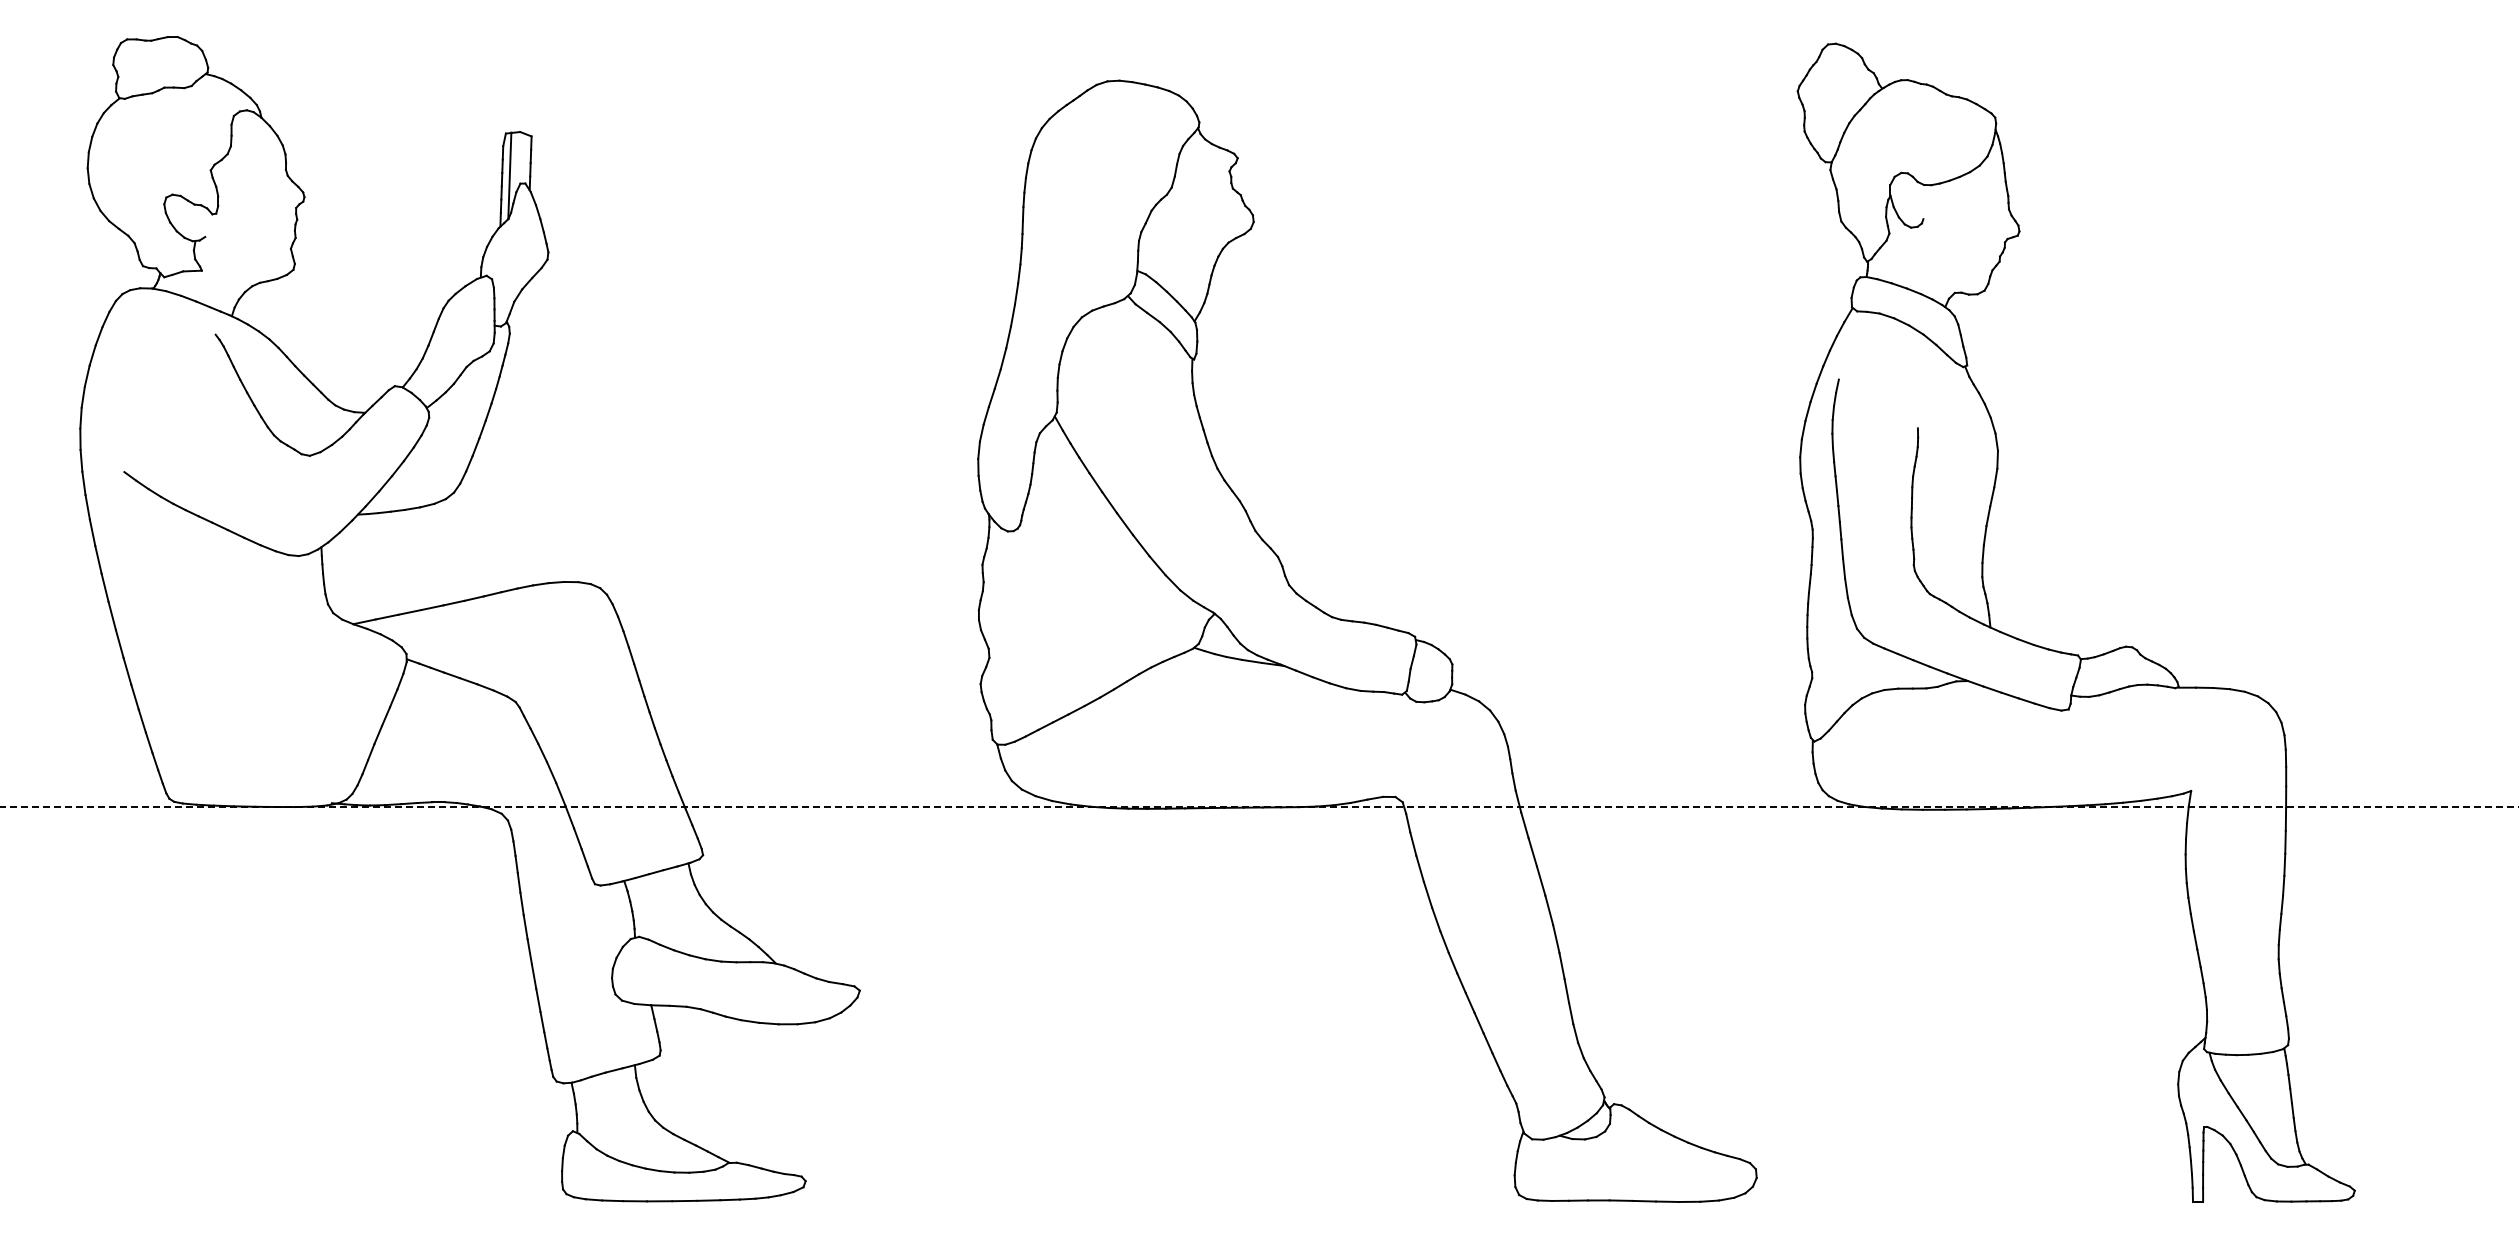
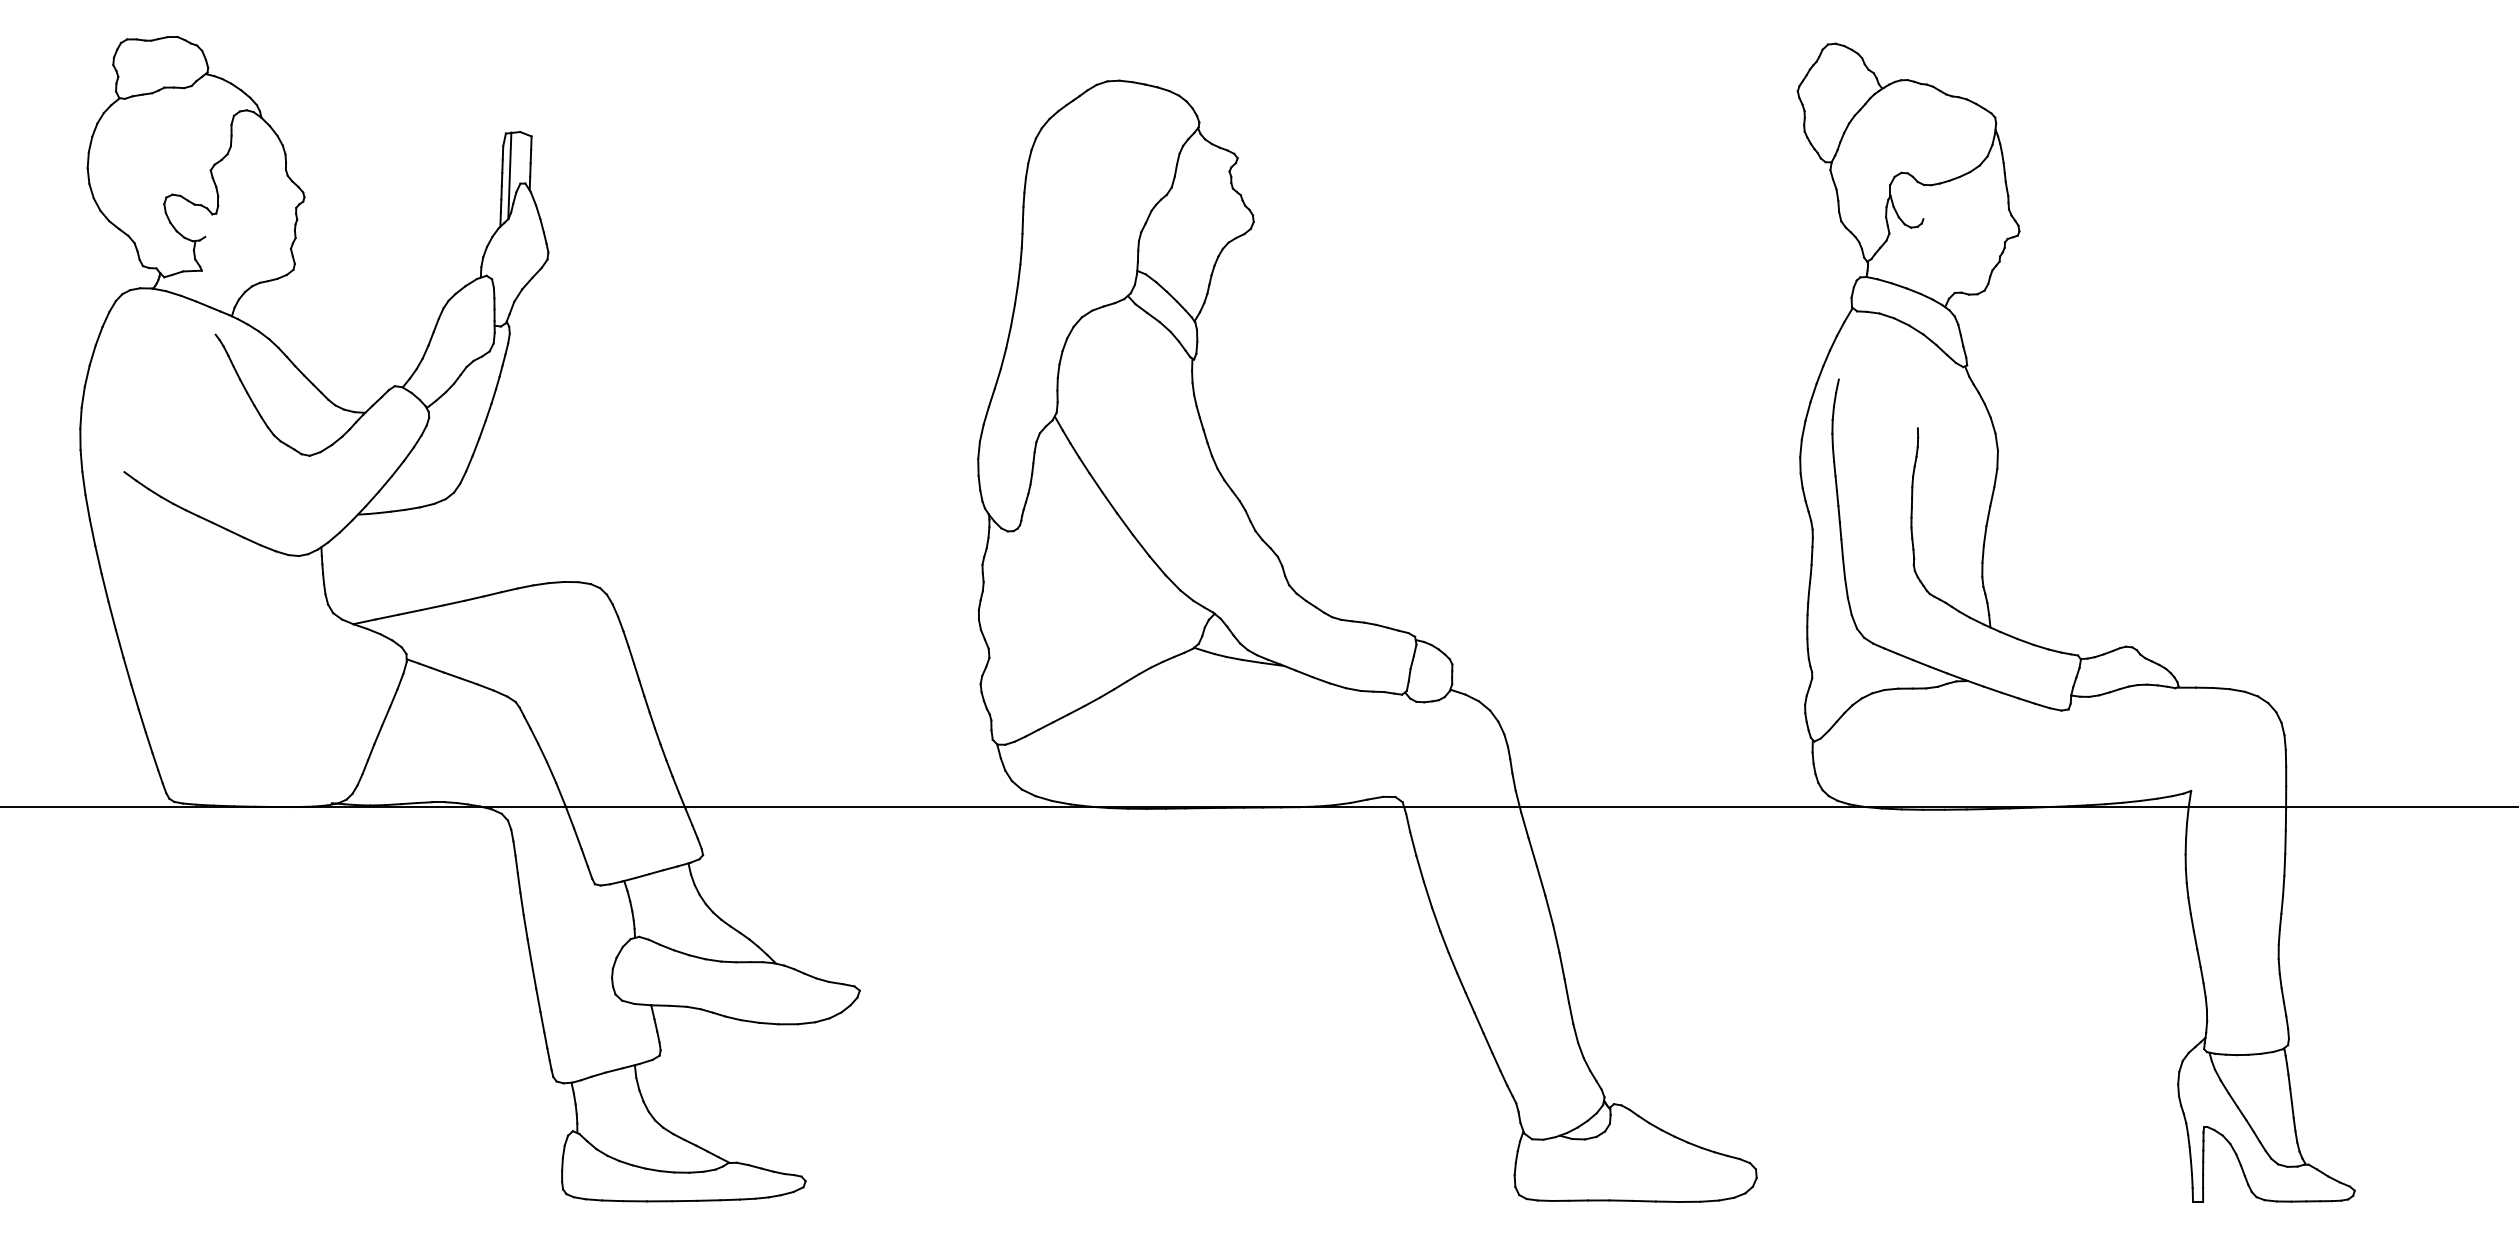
line at (1259, 807): dashed -> solid
